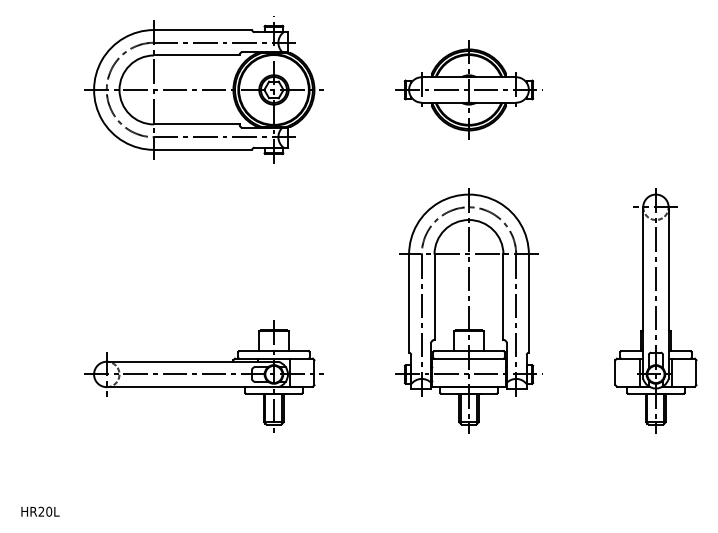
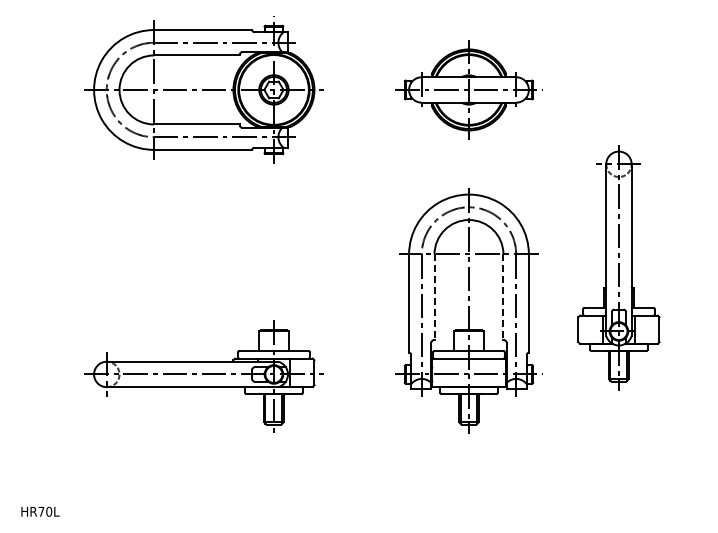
line at (434, 297): solid -> dashed
line at (503, 297): solid -> dashed
part at (655, 310) position: (655, 310) -> (618, 267)
text at (41, 511): HR20L -> HR70L
